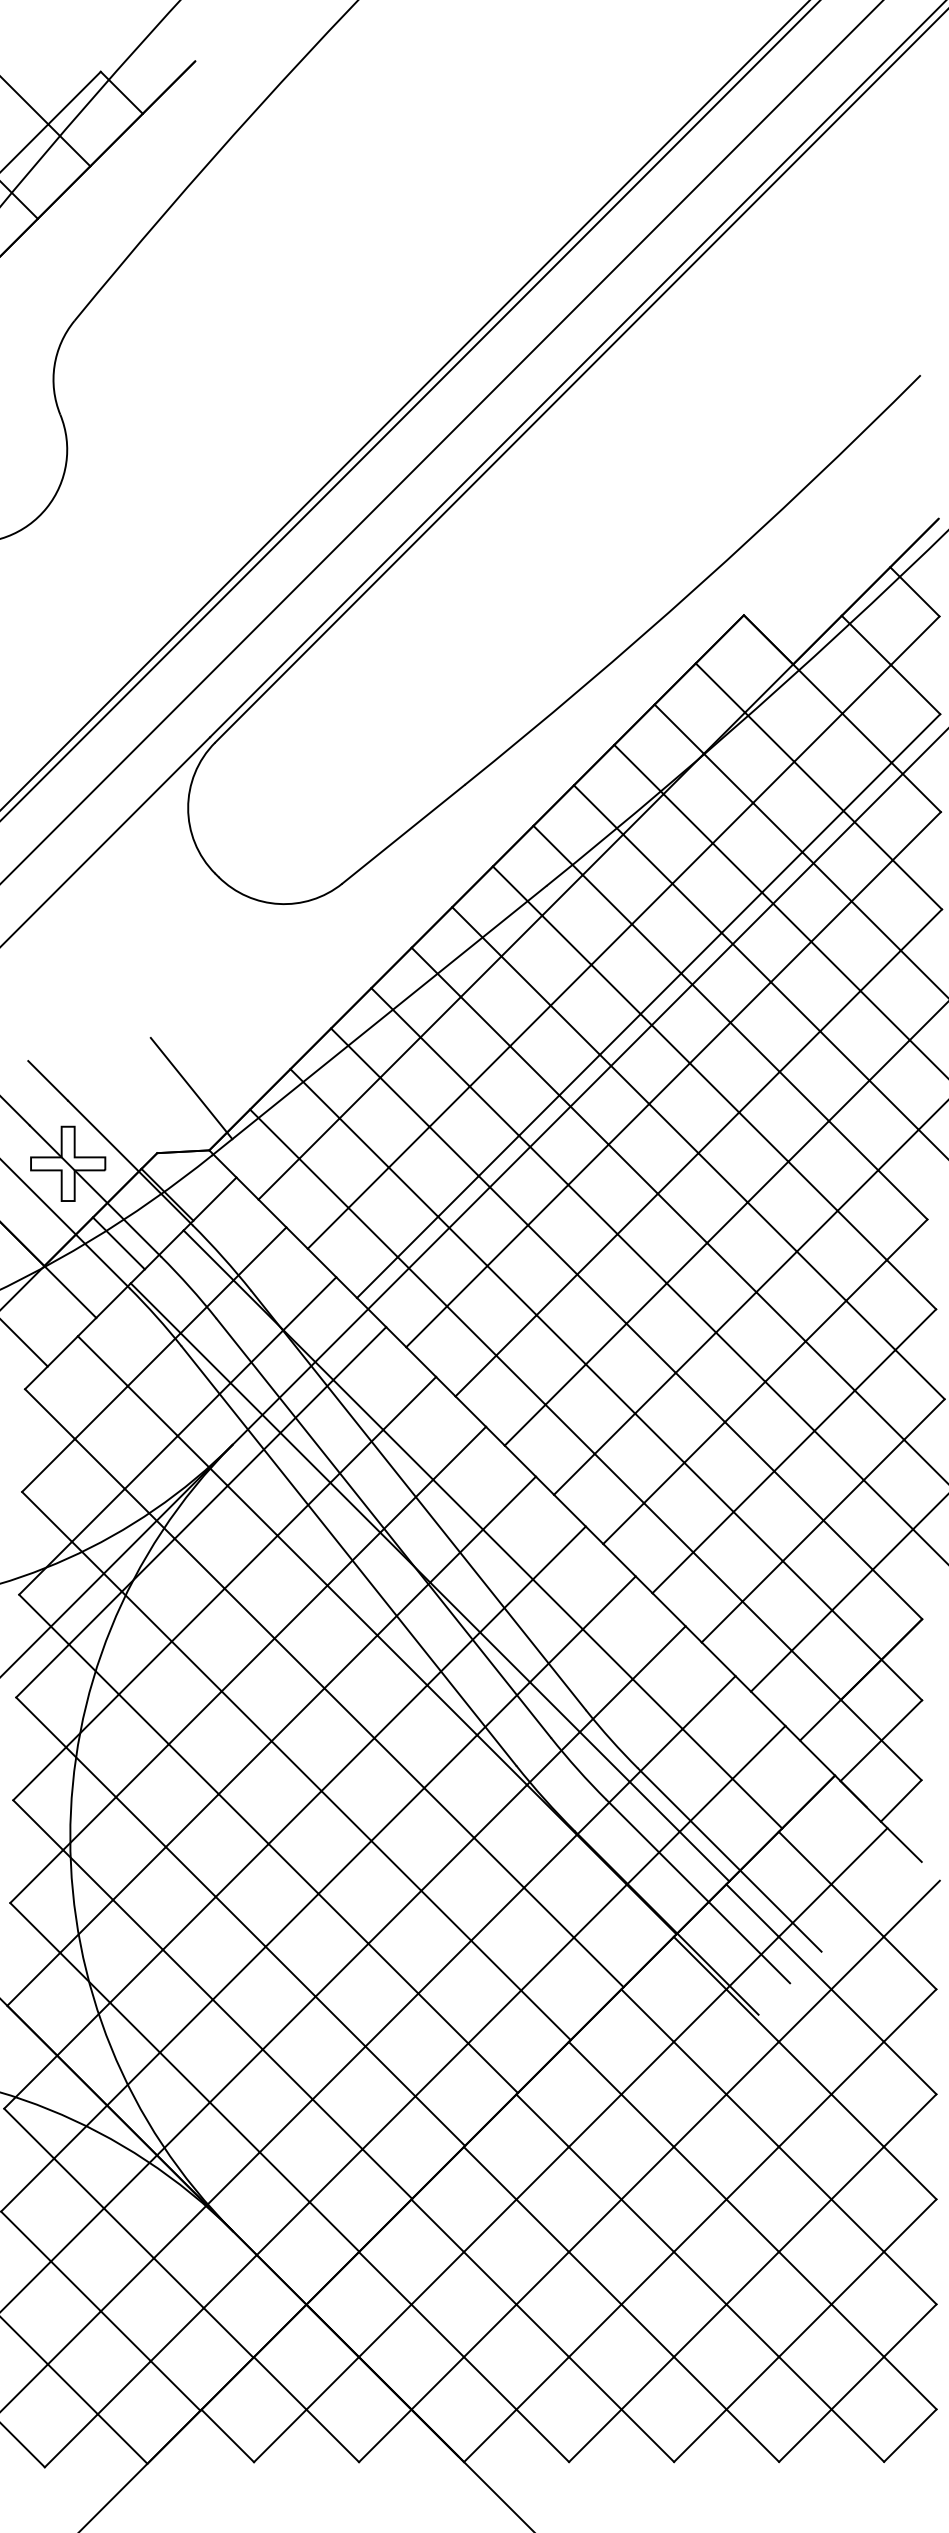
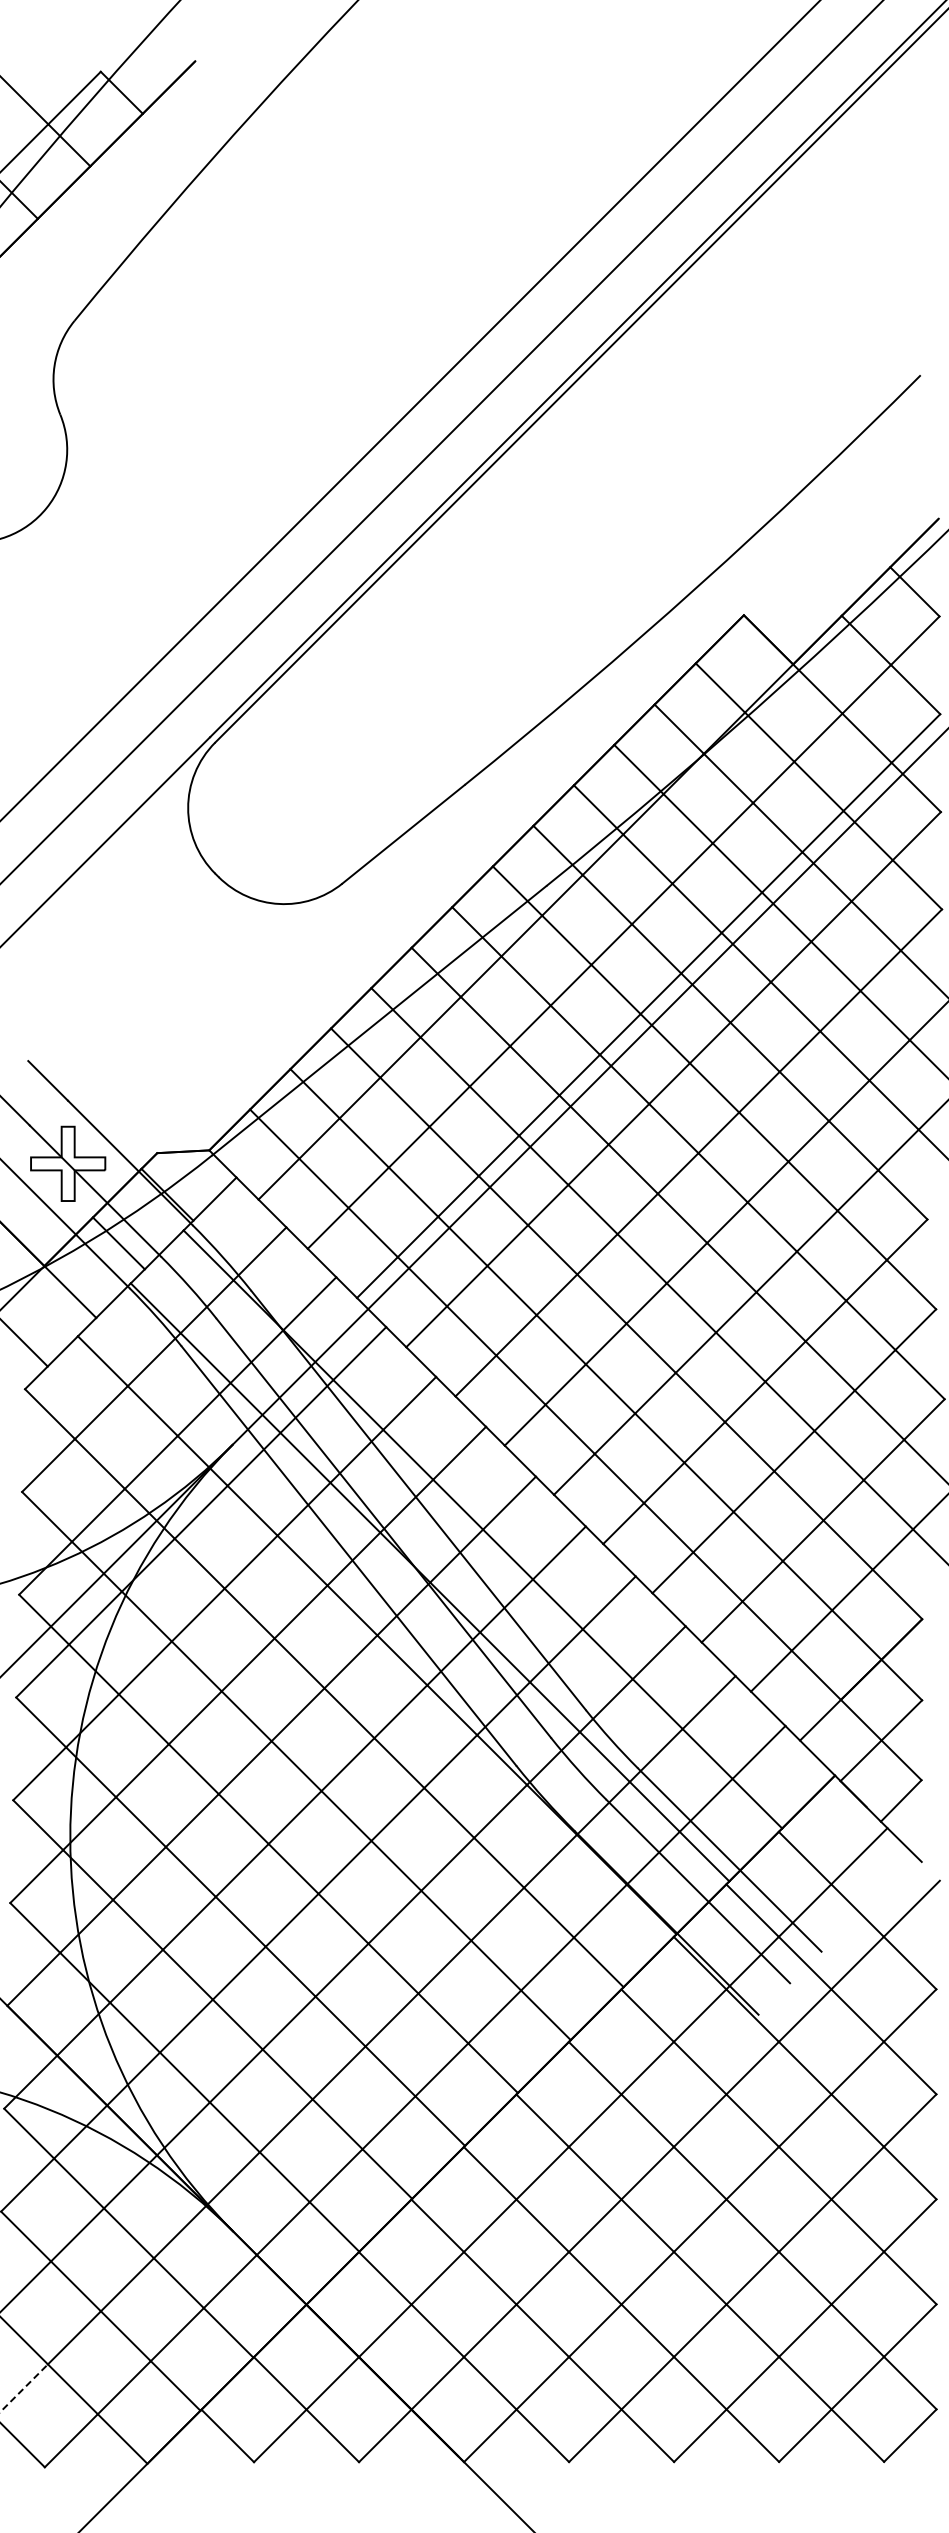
line at (405, 405): present -> none
line at (191, 1088): present -> none
line at (24, 2387): solid -> dashed
